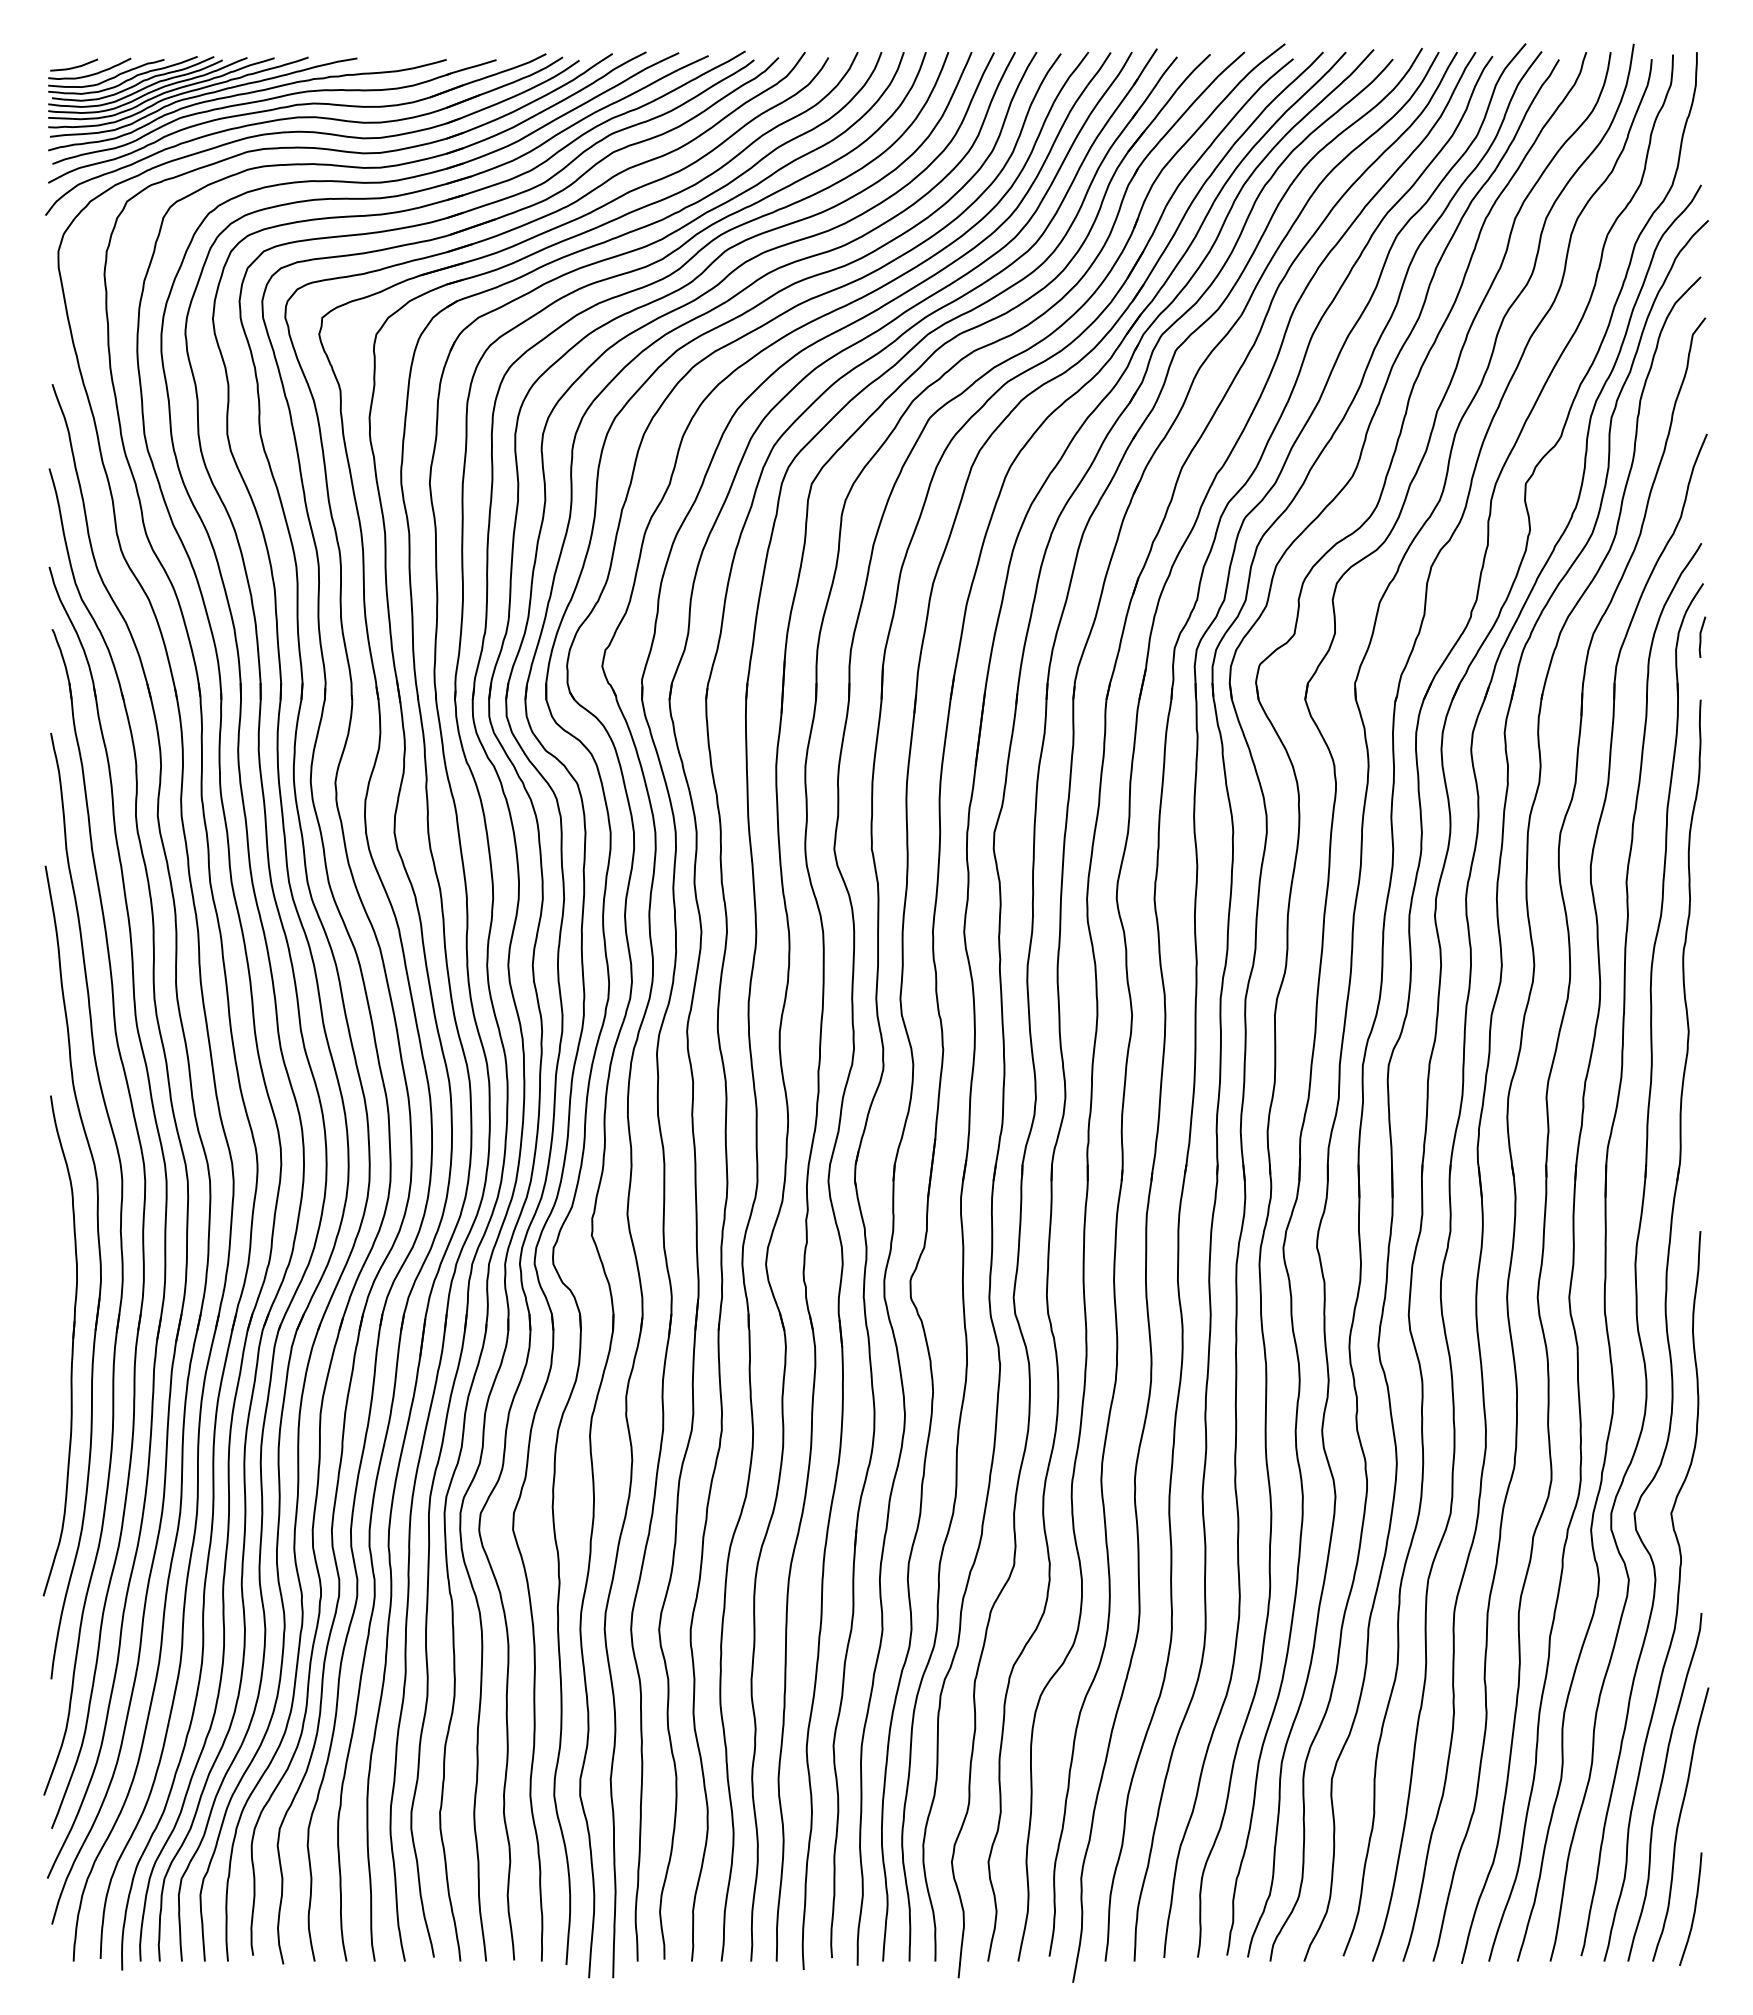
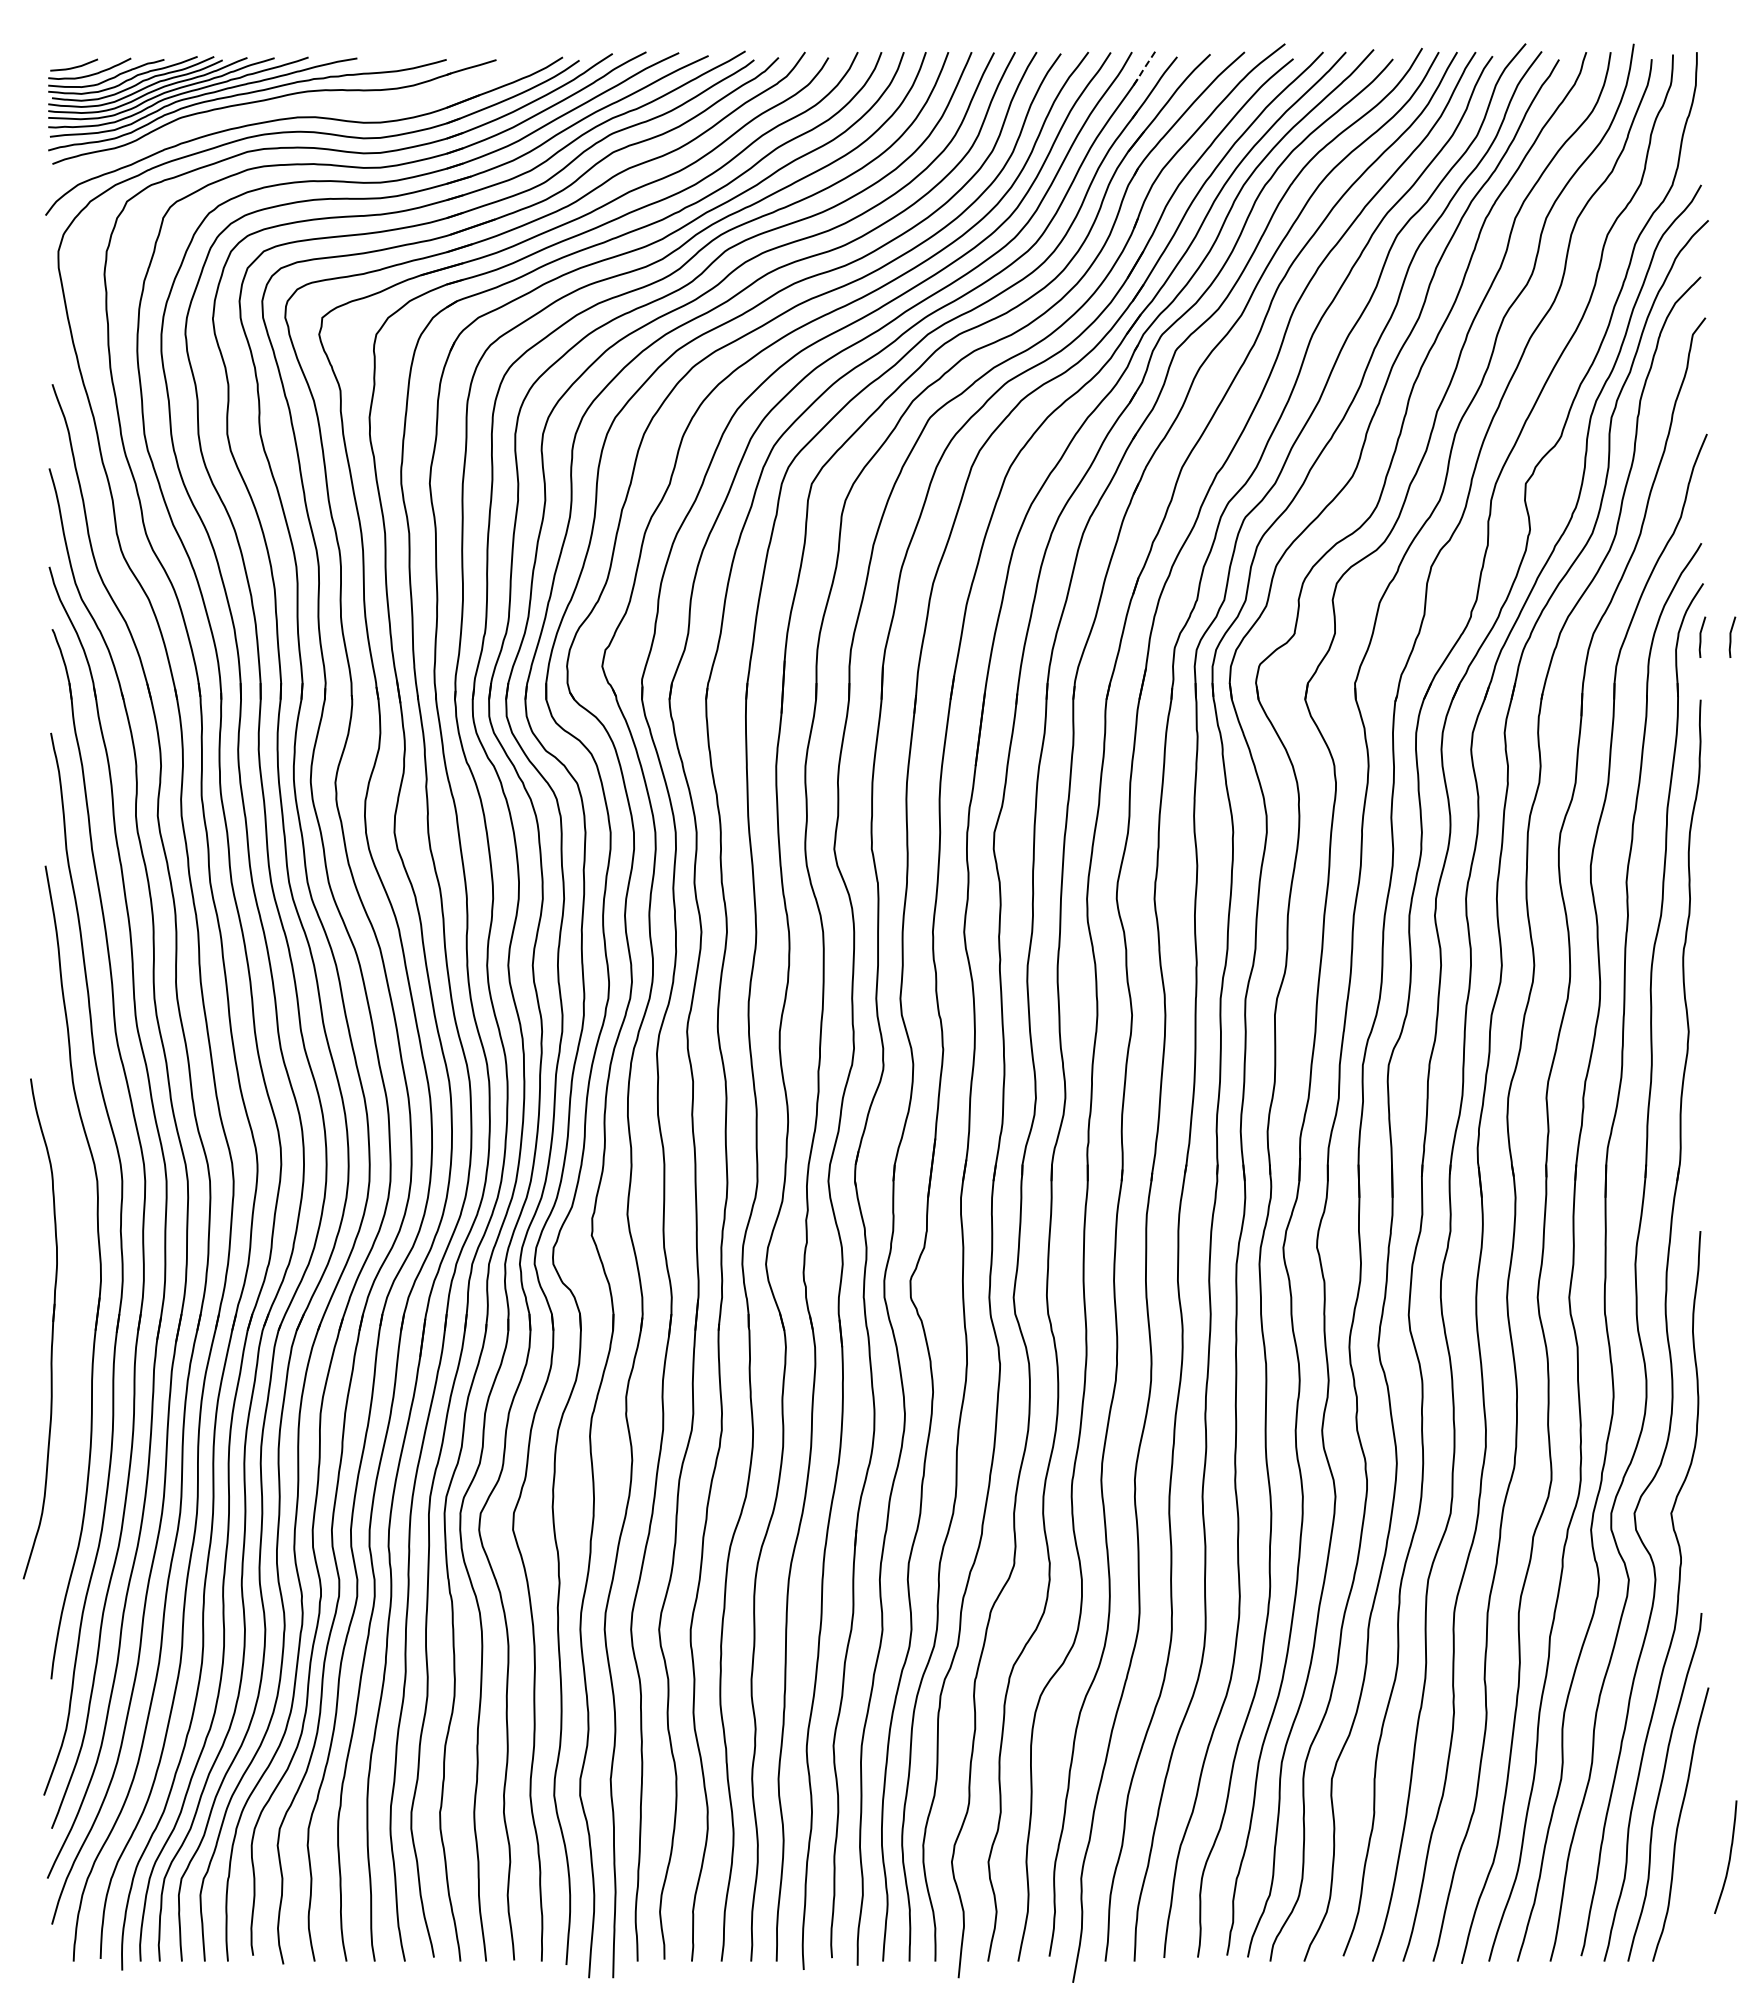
line at (1144, 67): solid -> dashed
part at (294, 106): present -> none
line at (1731, 636): none -> present
part at (71, 1347) position: (71, 1347) -> (51, 1330)
curve at (1694, 1908) position: (1694, 1908) -> (1729, 1856)
